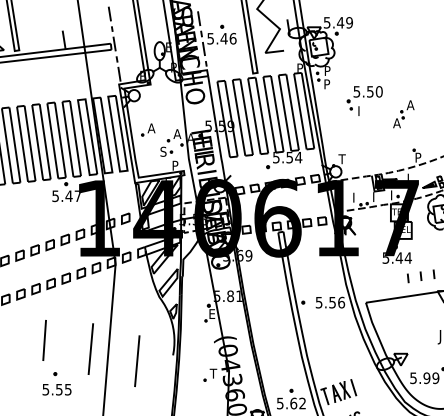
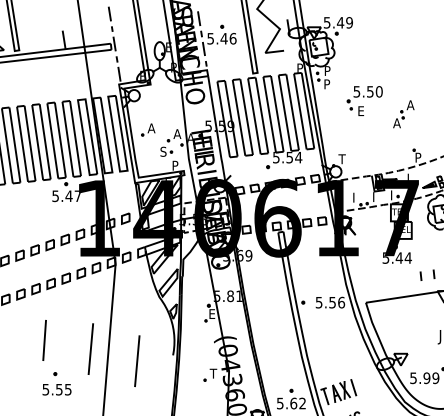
text at (361, 111): I -> E
line at (408, 278): present -> none
